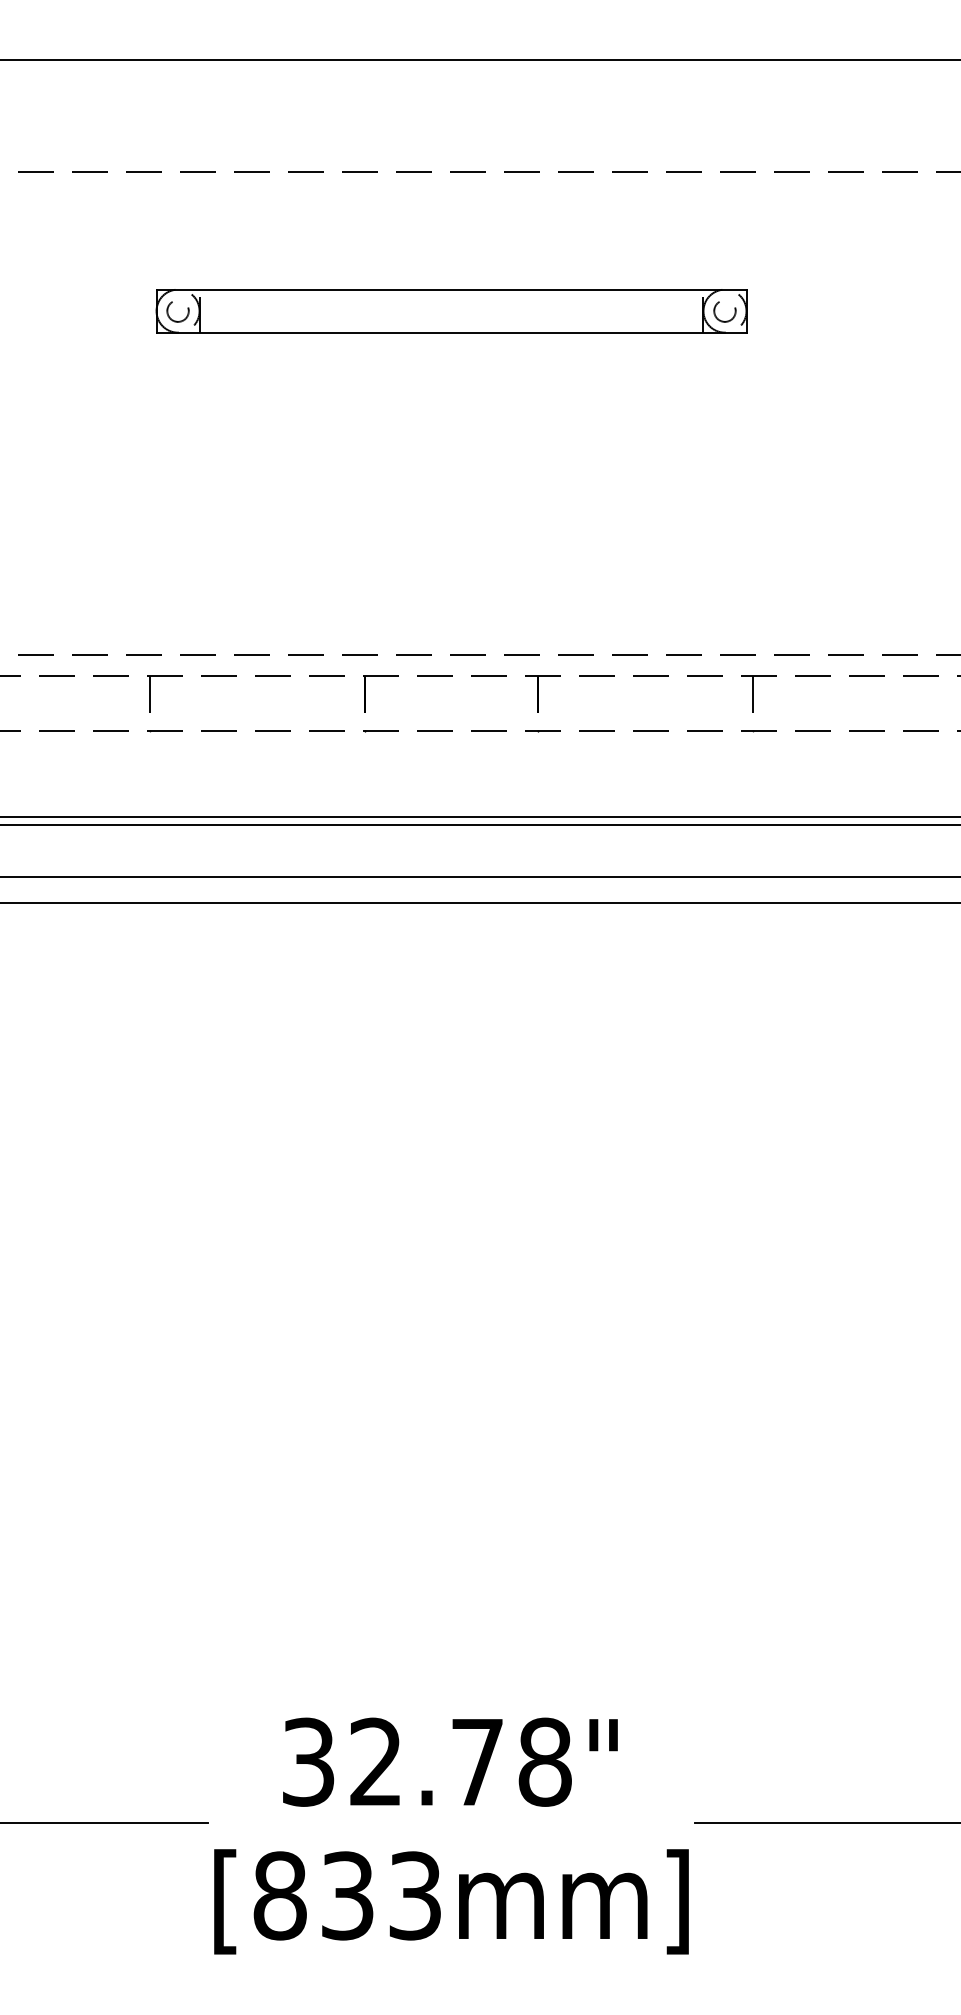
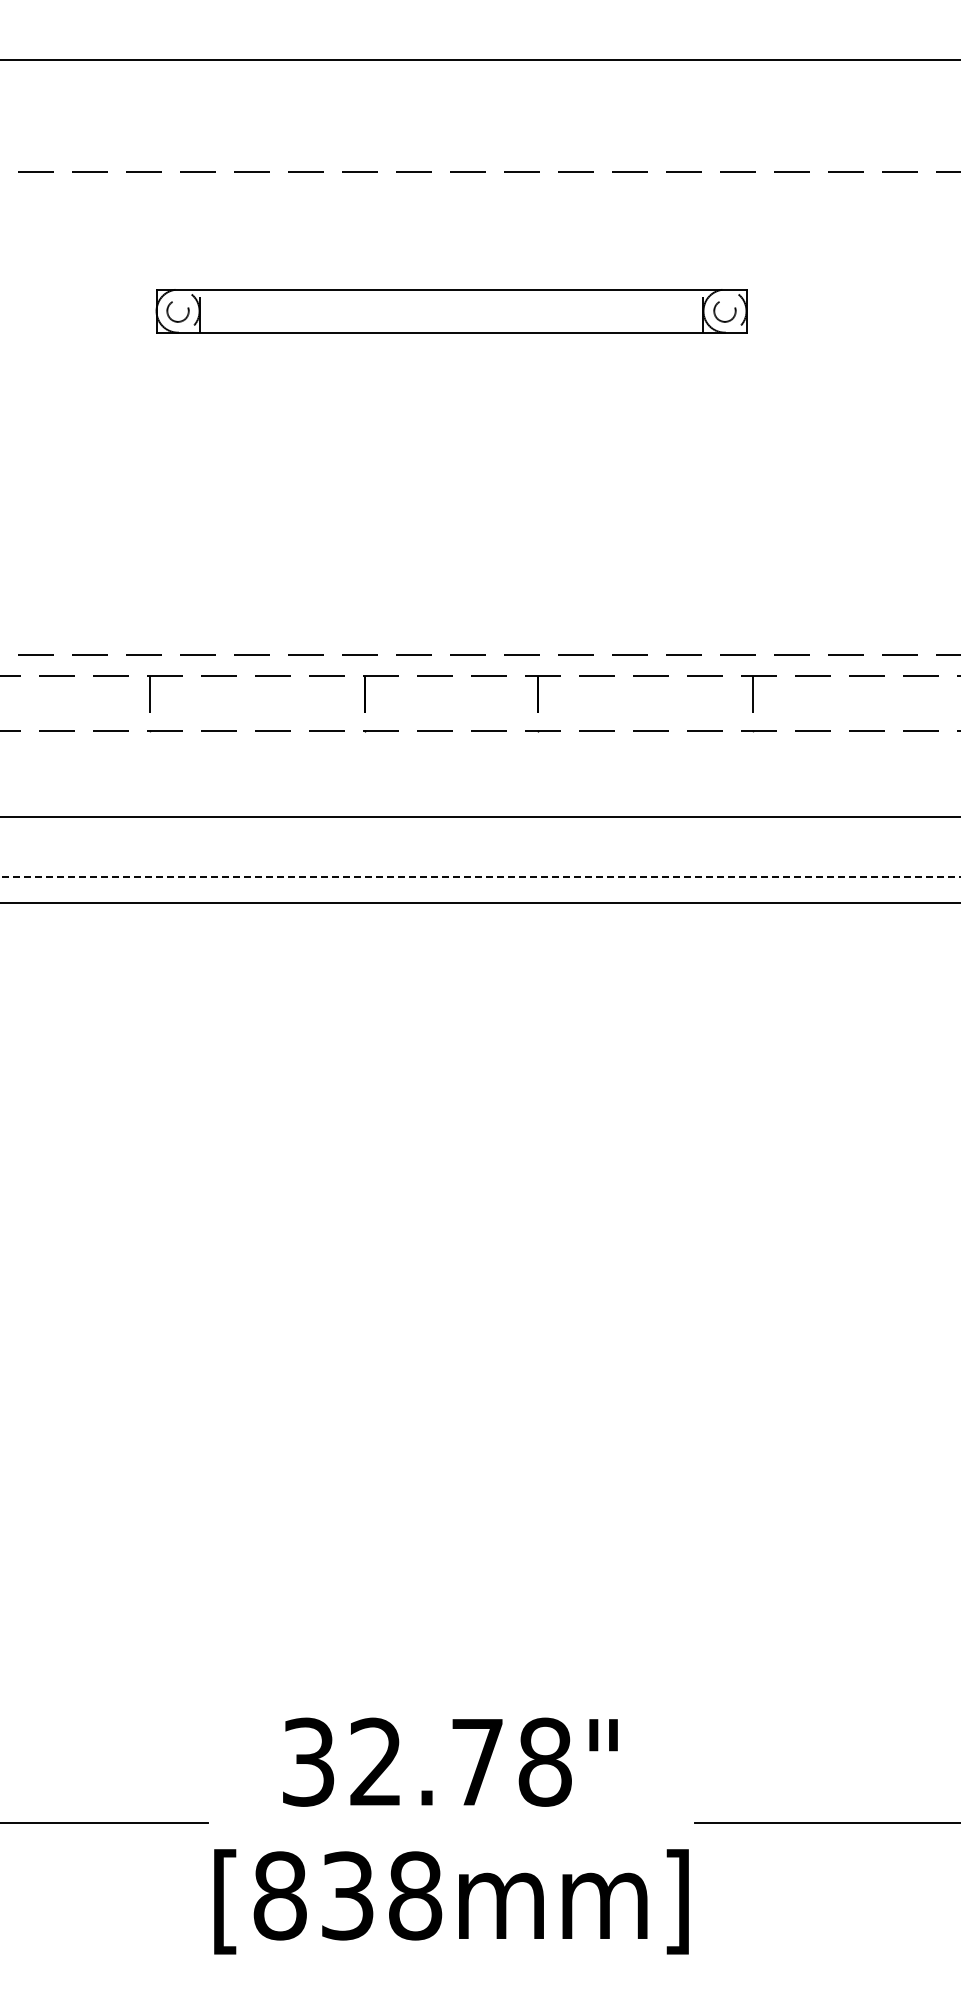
line at (479, 825): present -> none
line at (480, 877): solid -> dashed
text at (415, 1895): [833mm] -> [838mm]
